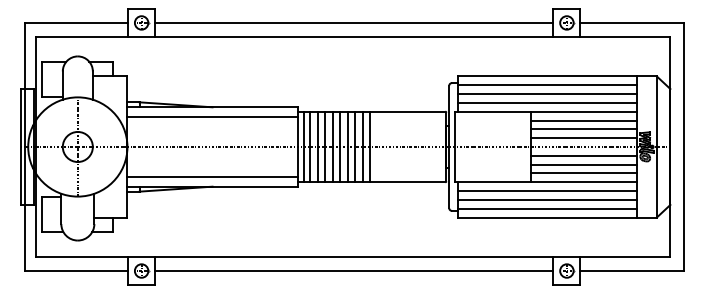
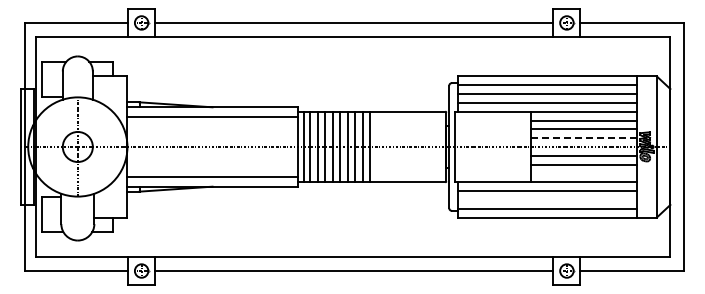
line at (584, 138): solid -> dashed
line at (583, 173): present -> none
line at (546, 199): present -> none
